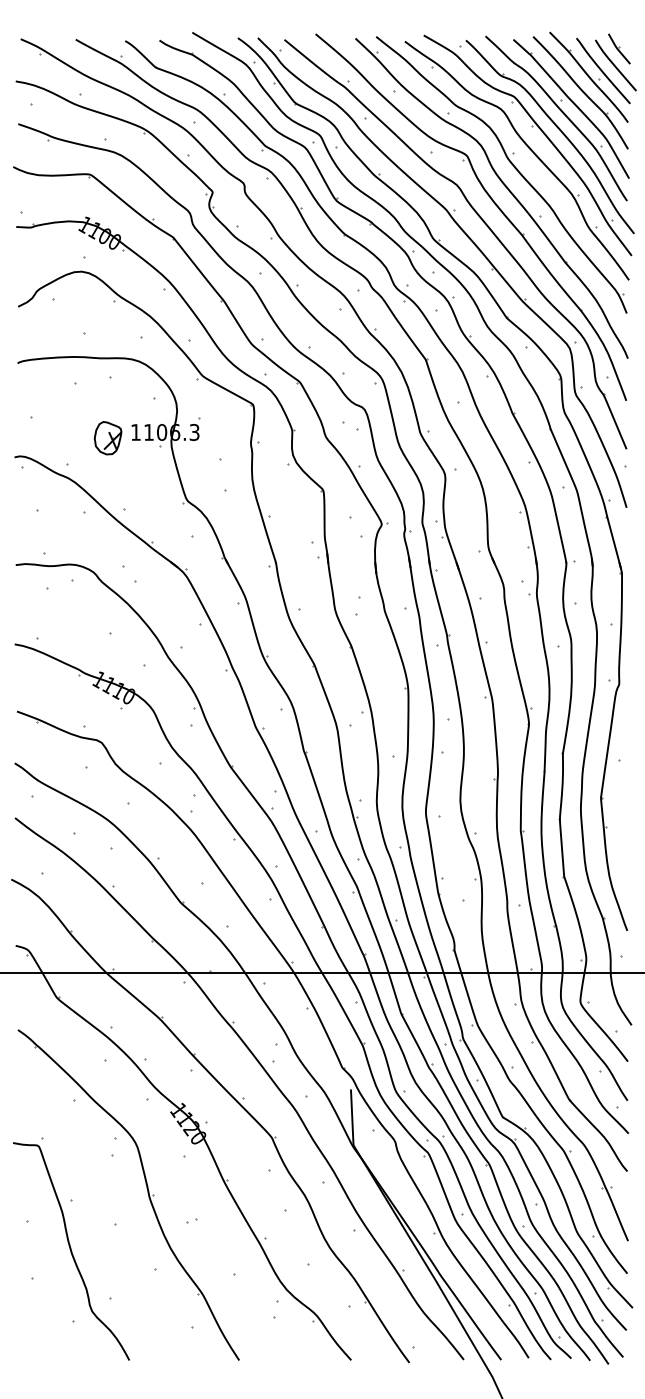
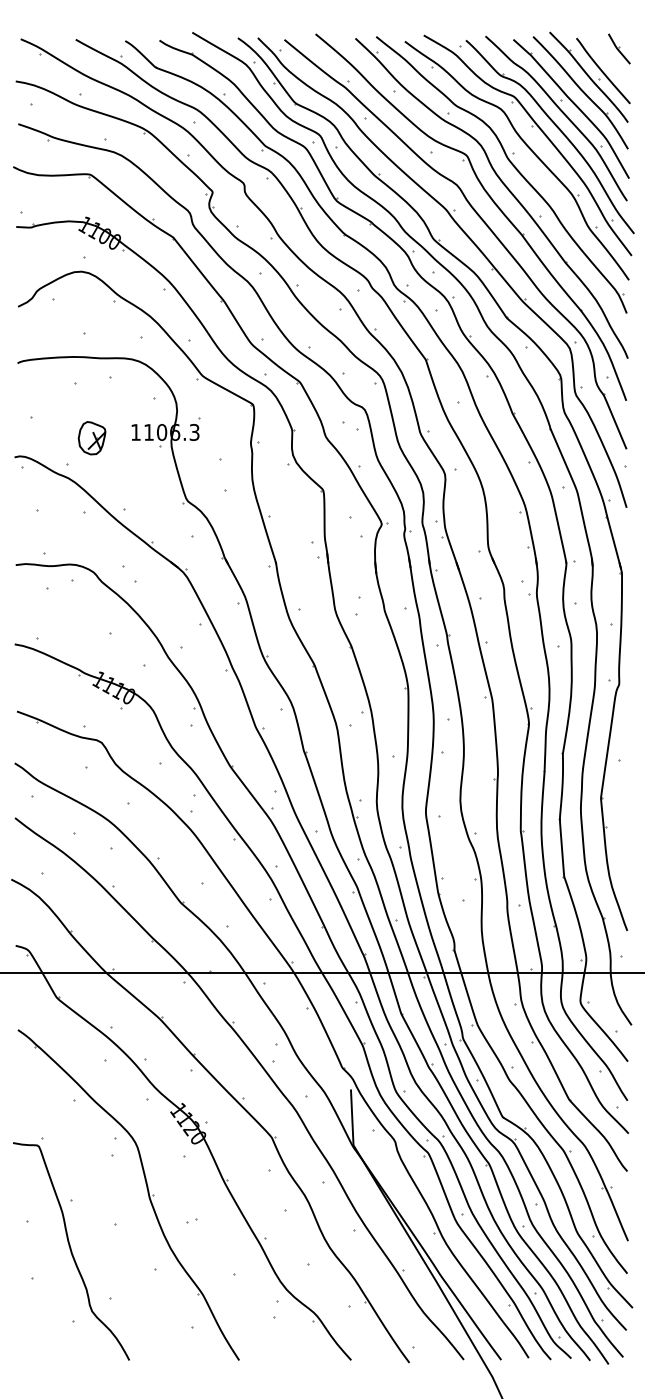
curve at (615, 65): present -> none
part at (107, 438) position: (107, 438) -> (91, 438)
